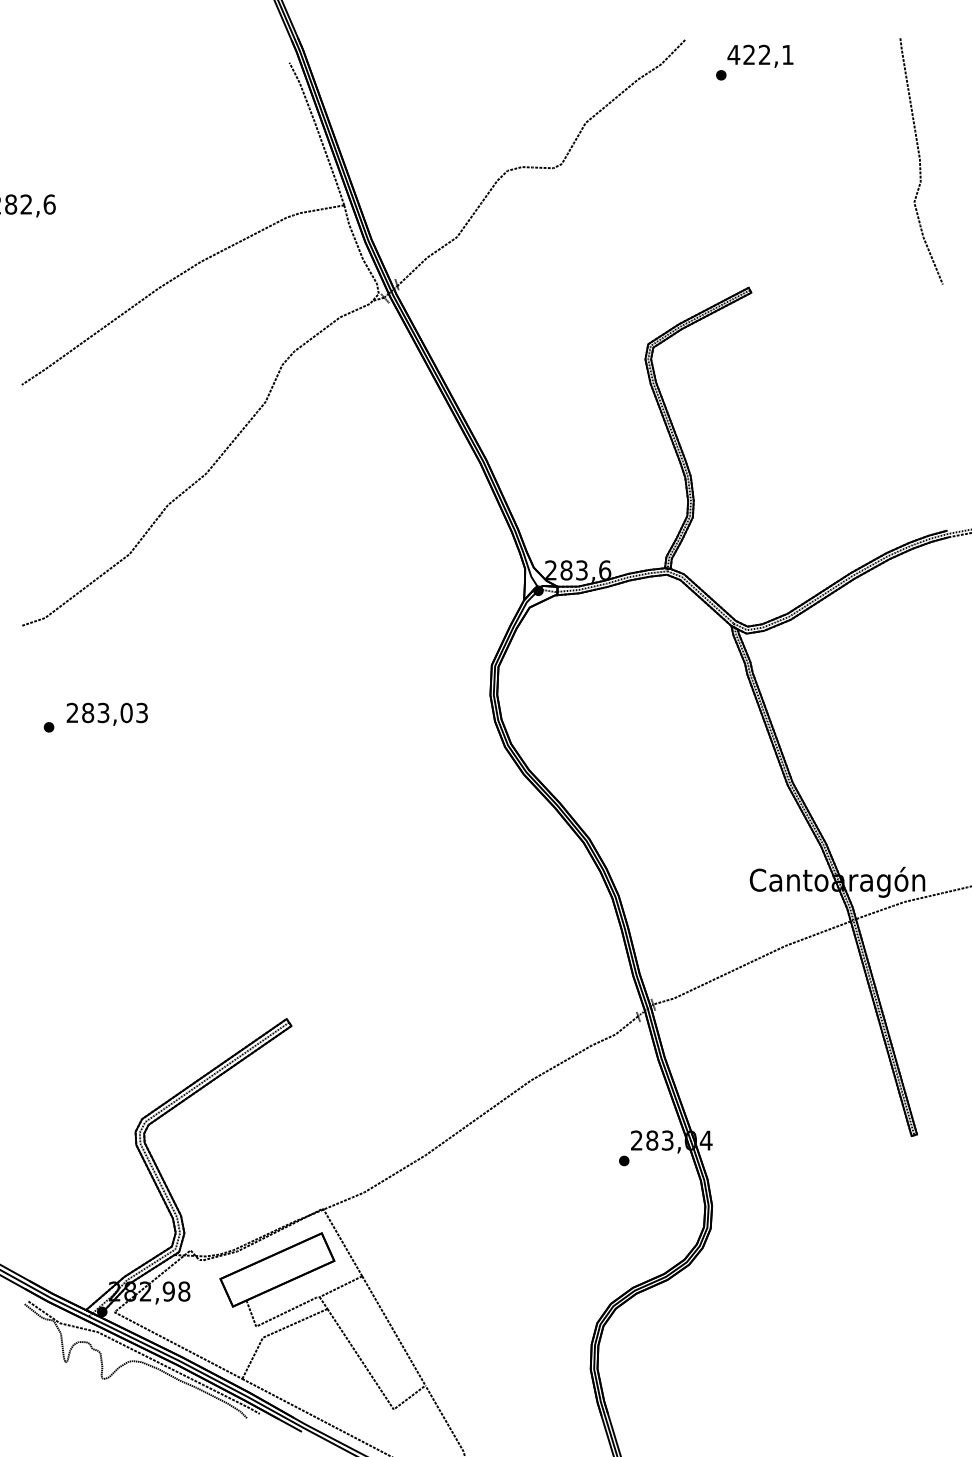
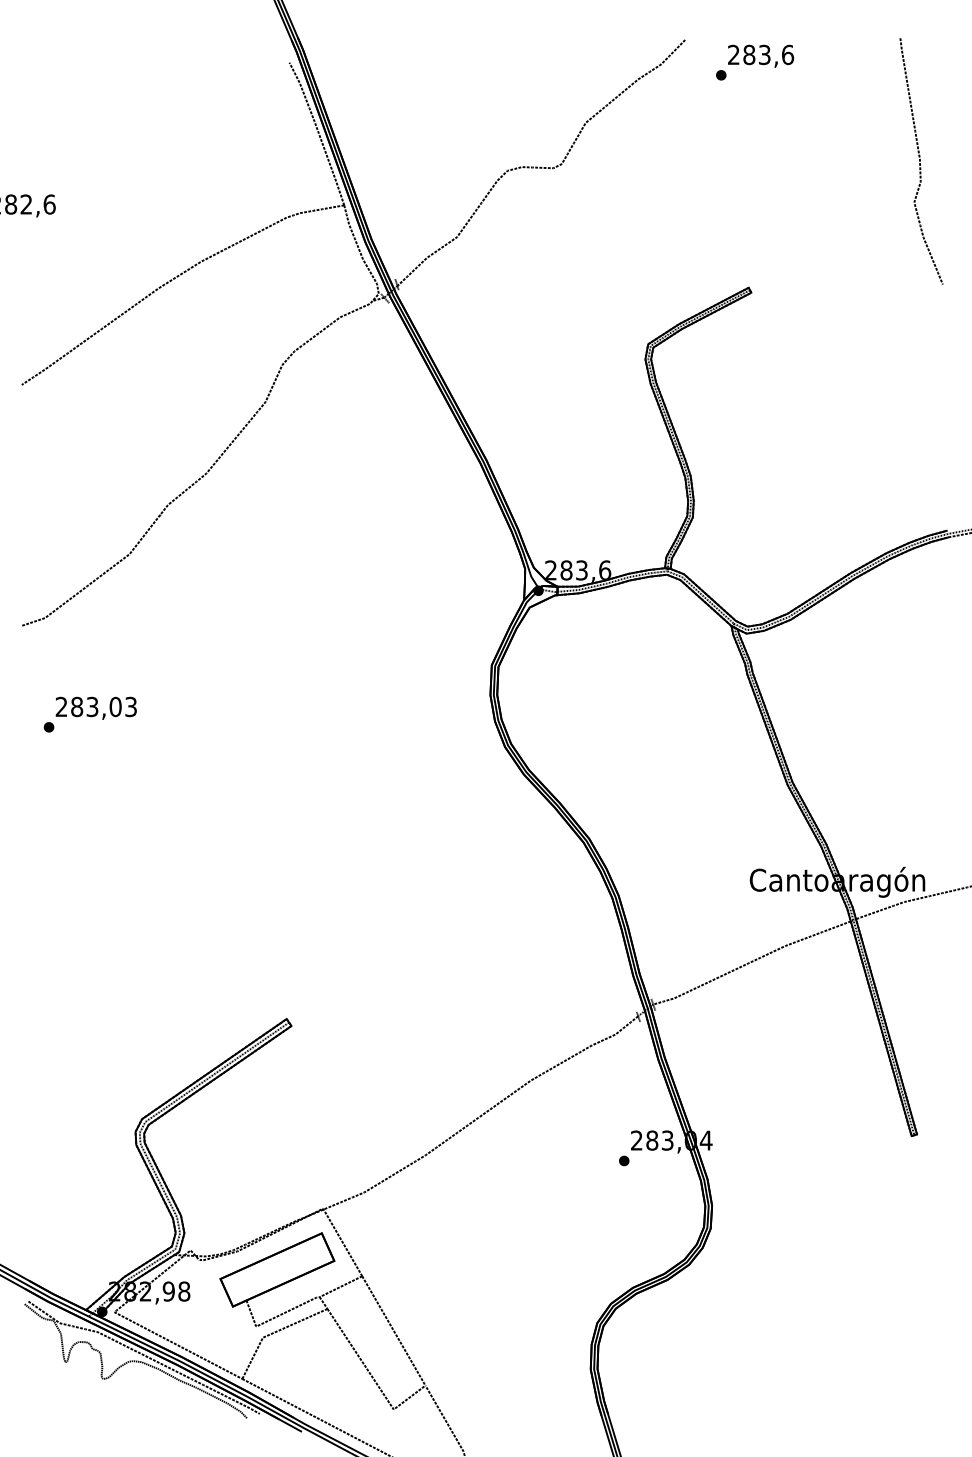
text at (760, 54): 422,1 -> 283,6
text at (106, 713) position: (106, 713) -> (95, 707)
